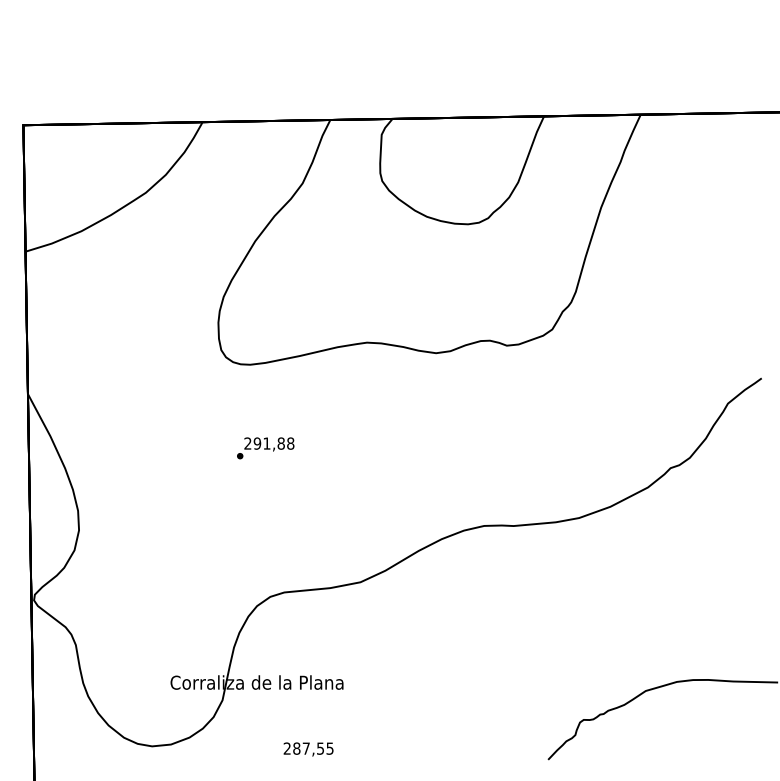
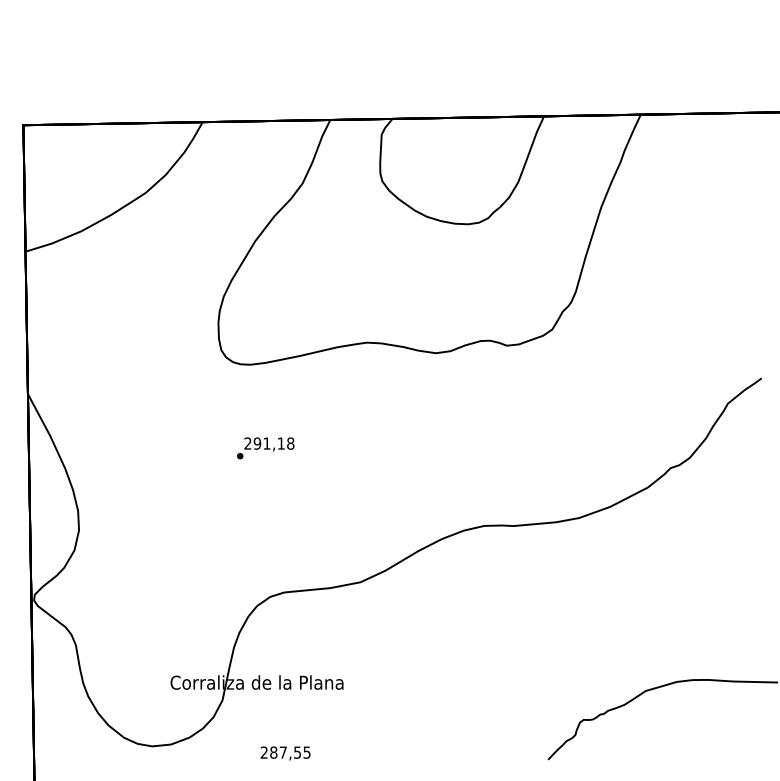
text at (280, 443): 291,88 -> 291,18
text at (308, 749) position: (308, 749) -> (285, 753)
